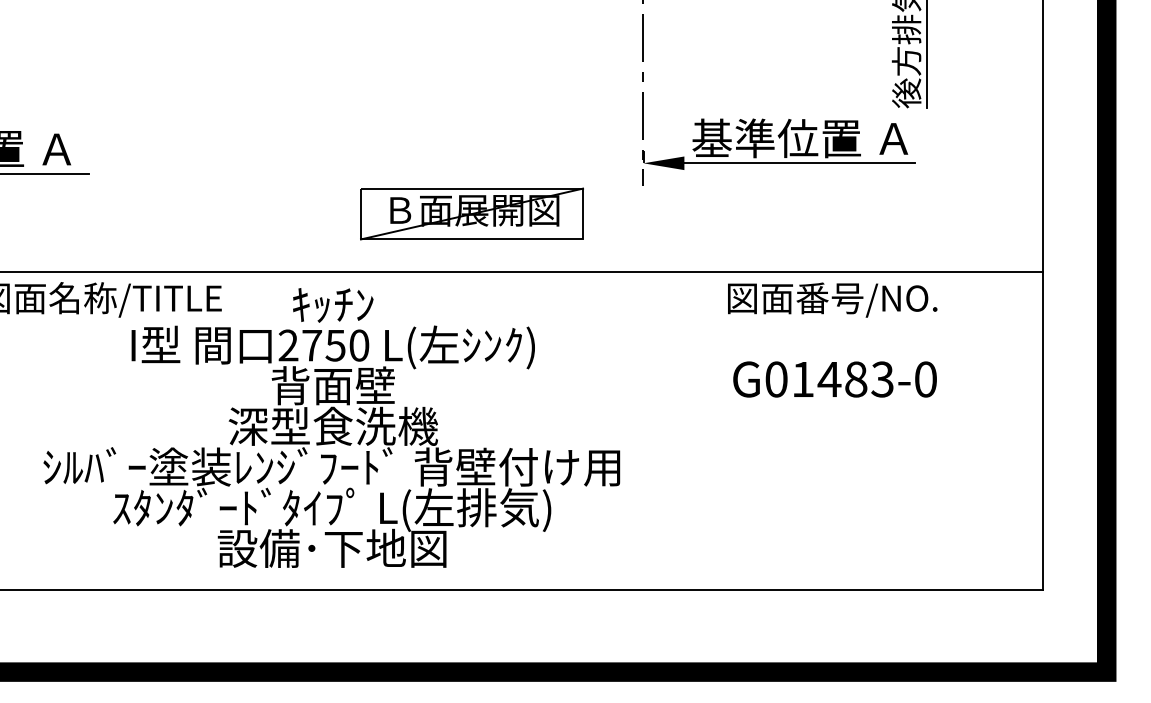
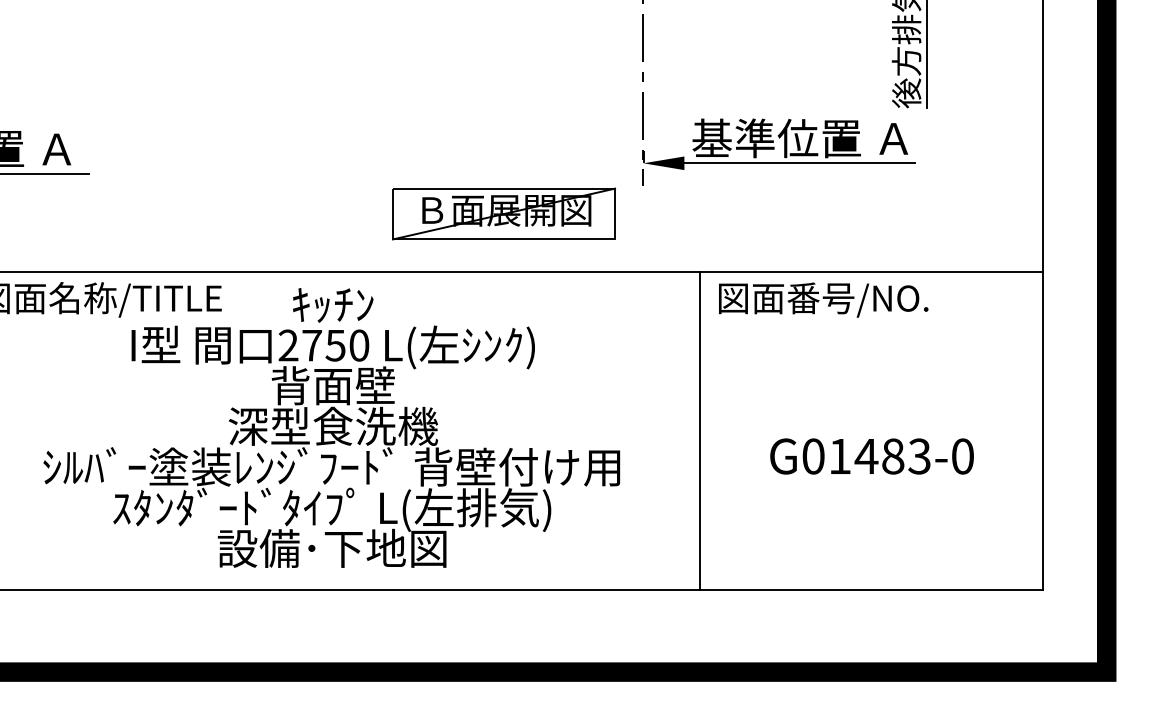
part at (471, 213) position: (471, 213) -> (503, 213)
text at (832, 299) position: (832, 299) -> (823, 299)
text at (834, 379) position: (834, 379) -> (871, 456)
line at (700, 430): none -> present
